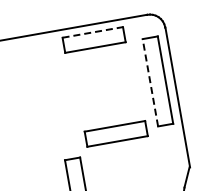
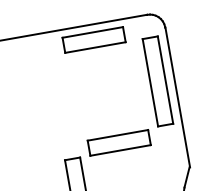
line at (92, 32): dashed -> solid
line at (150, 82): dashed -> solid
part at (115, 133) position: (115, 133) -> (118, 142)
